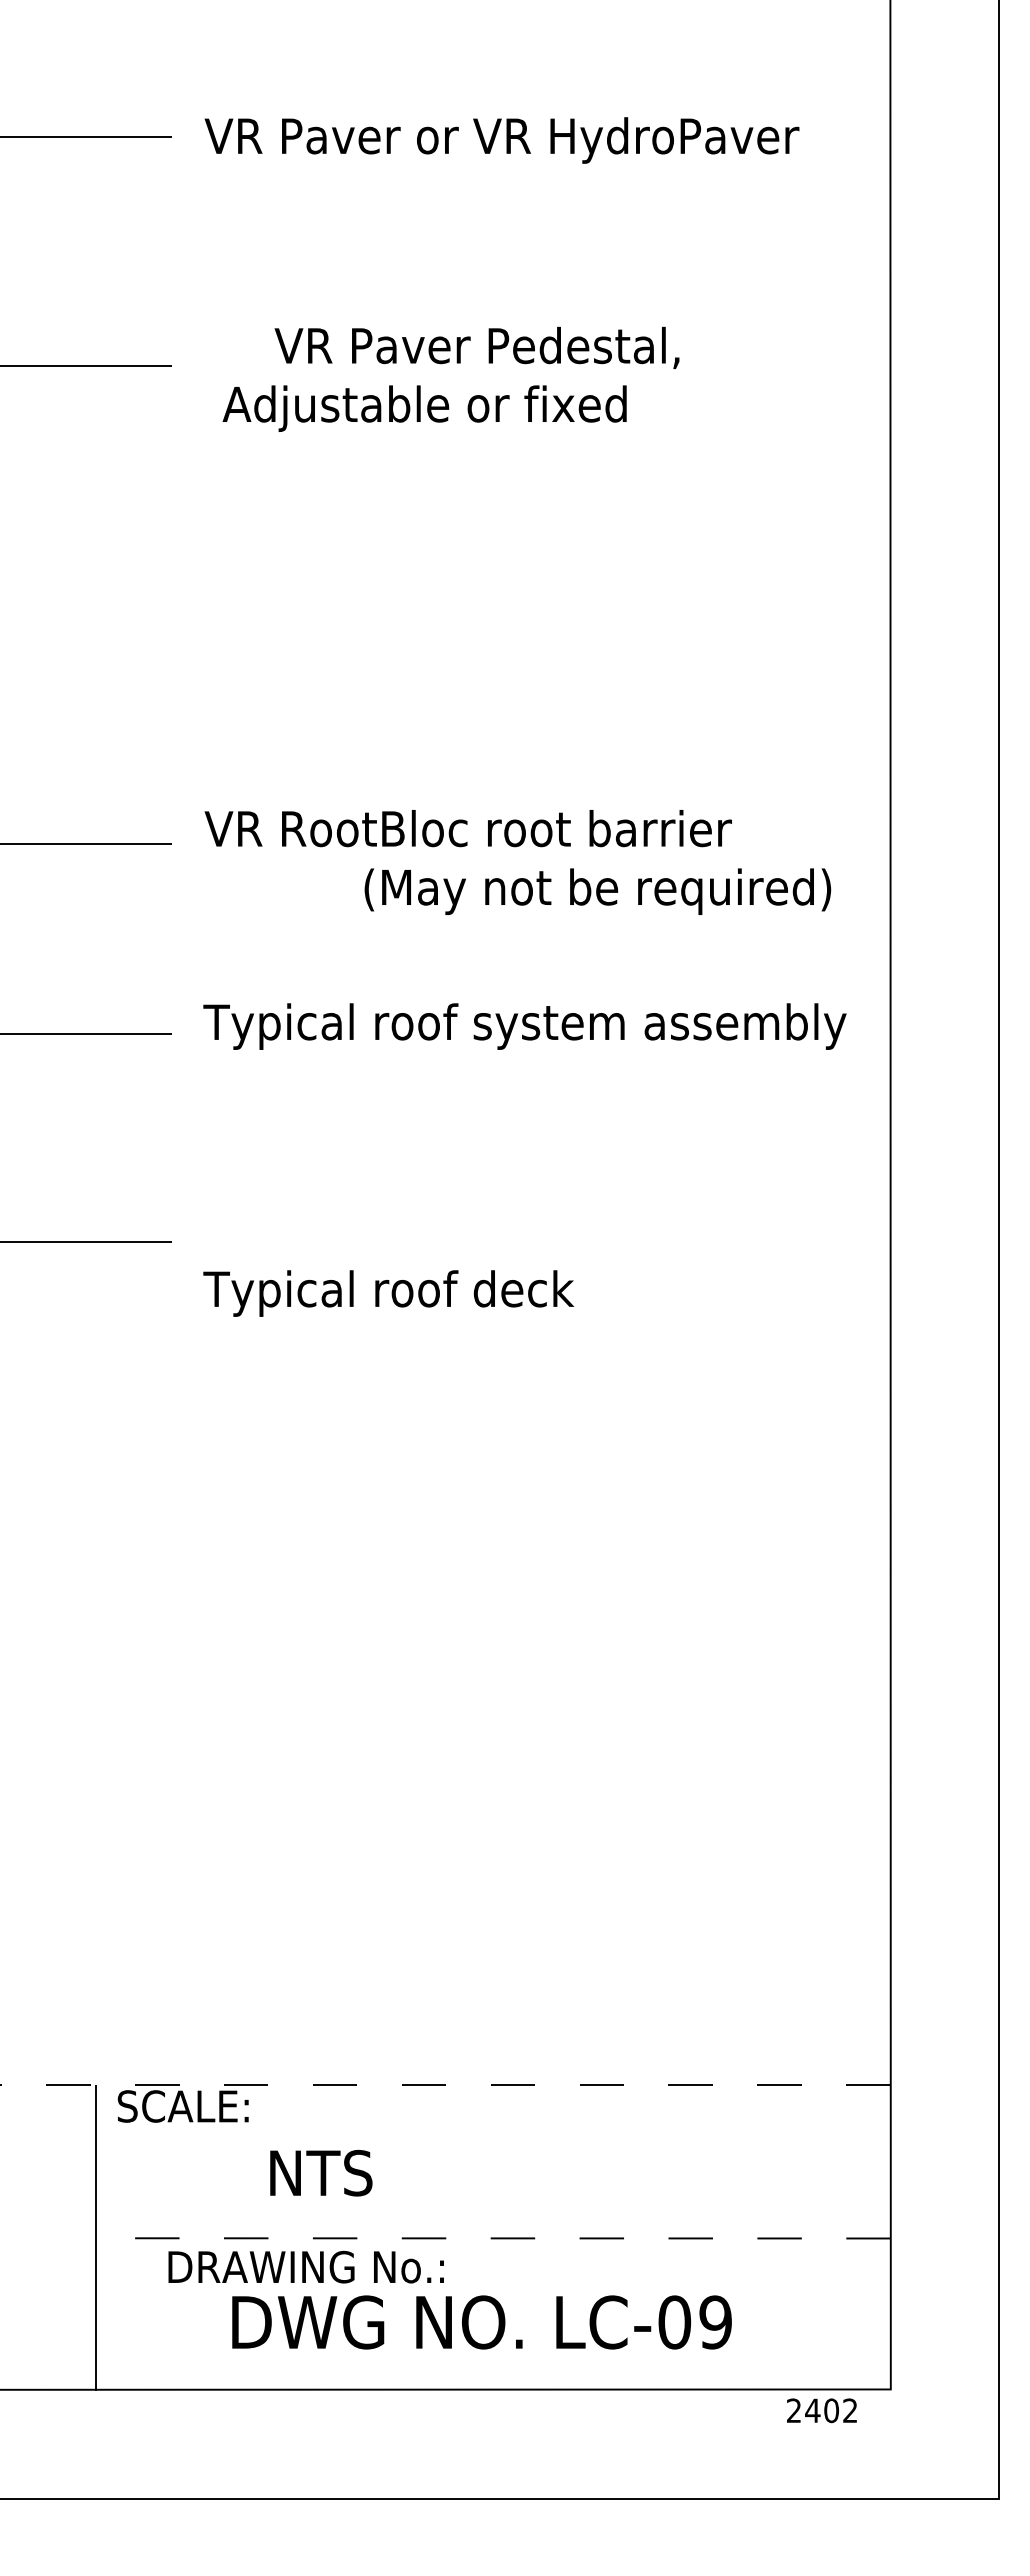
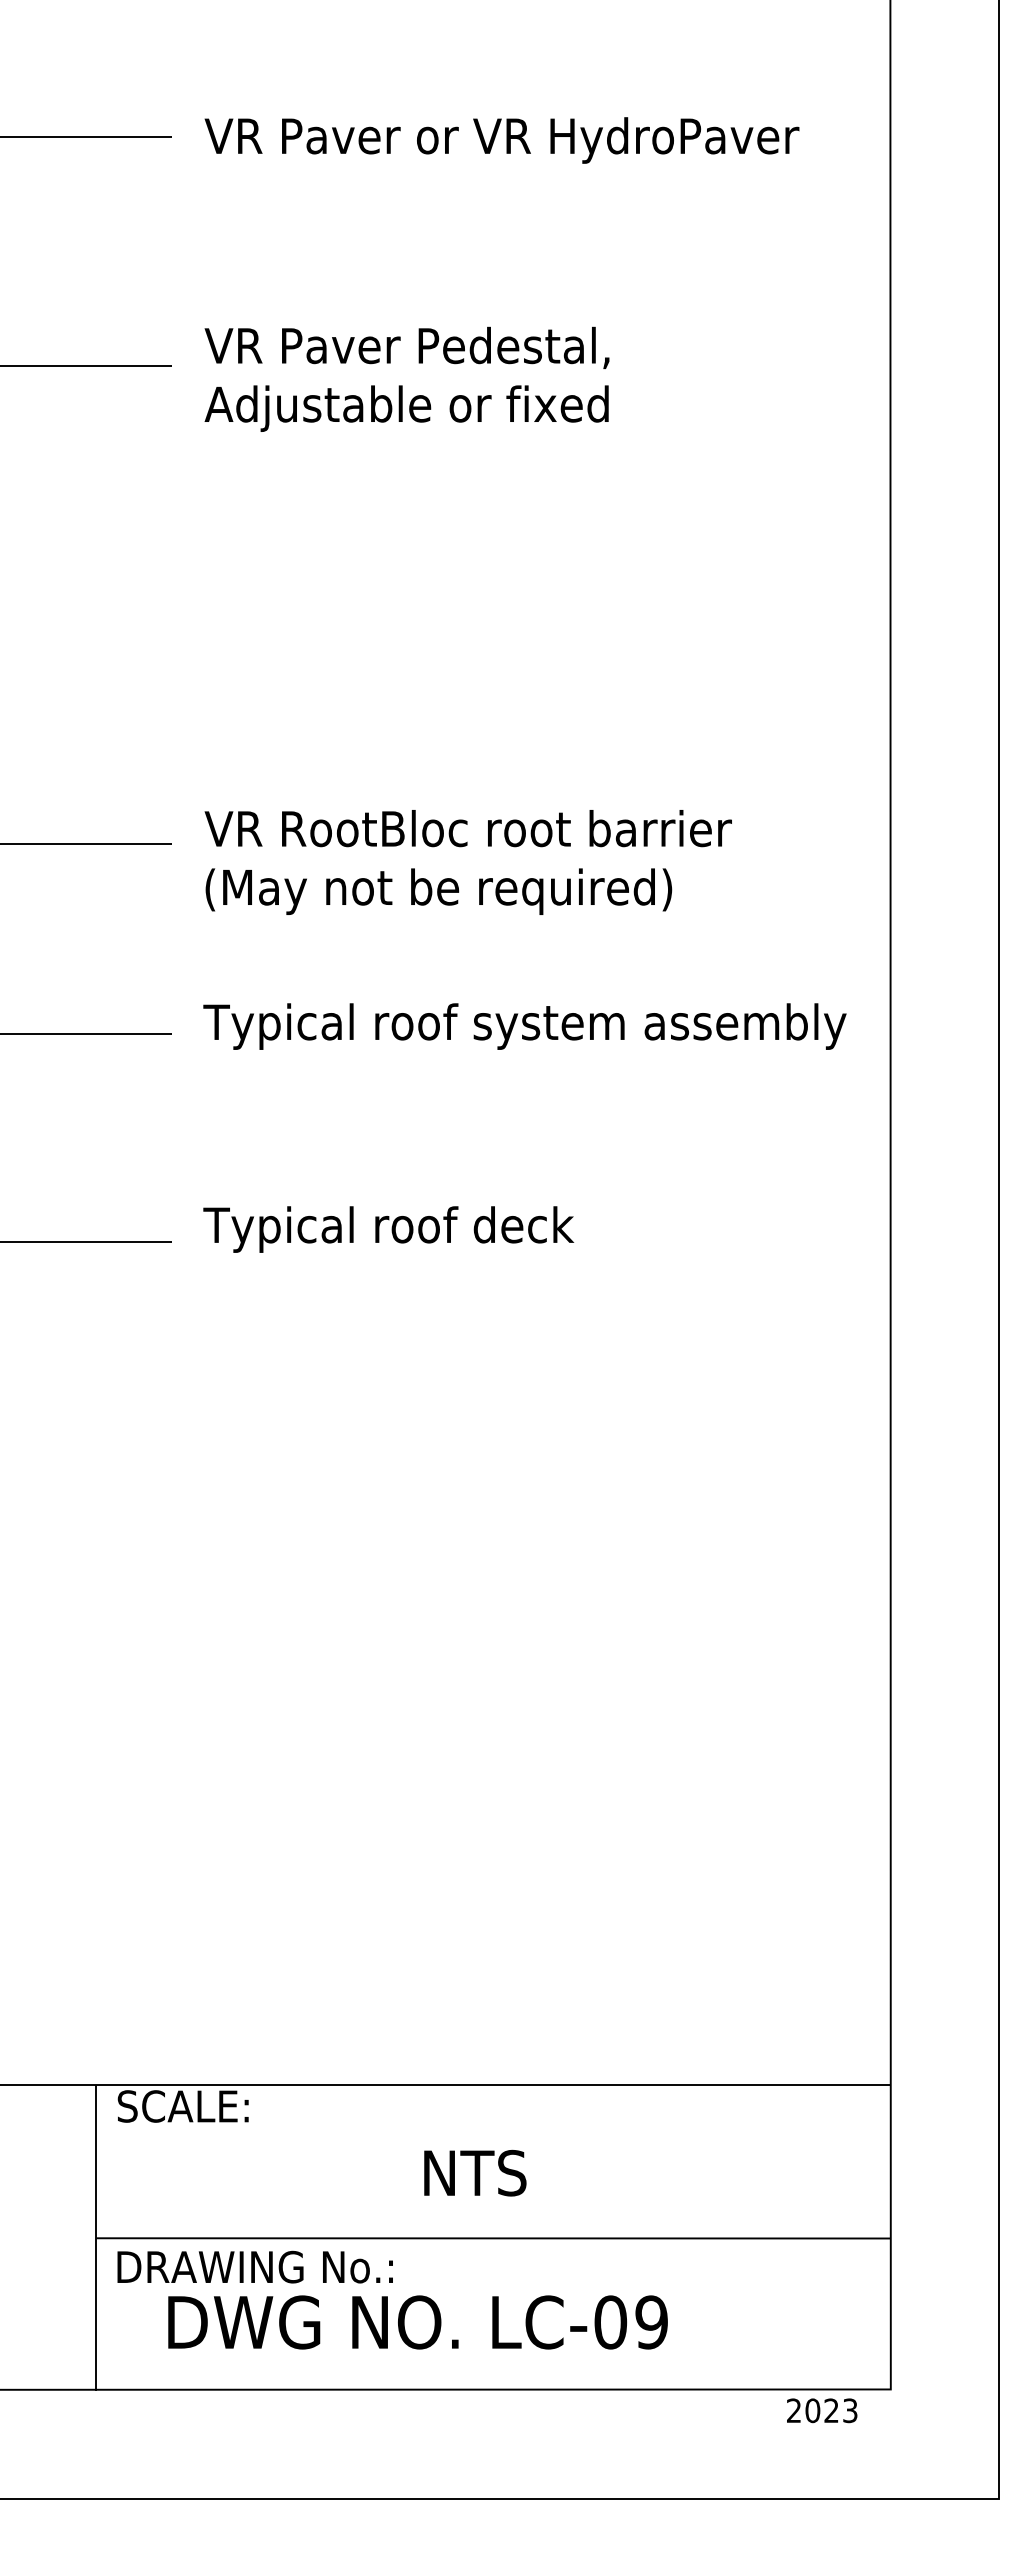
text at (476, 347) position: (476, 347) -> (406, 347)
text at (424, 408) position: (424, 408) -> (406, 408)
text at (597, 891) position: (597, 891) -> (438, 891)
text at (388, 1293) position: (388, 1293) -> (388, 1229)
line at (445, 2084): dashed -> solid
text at (321, 2172) position: (321, 2172) -> (475, 2172)
line at (493, 2238): dashed -> solid
text at (305, 2266) position: (305, 2266) -> (254, 2266)
text at (481, 2322) position: (481, 2322) -> (417, 2322)
text at (831, 2410): 2402 -> 2023
